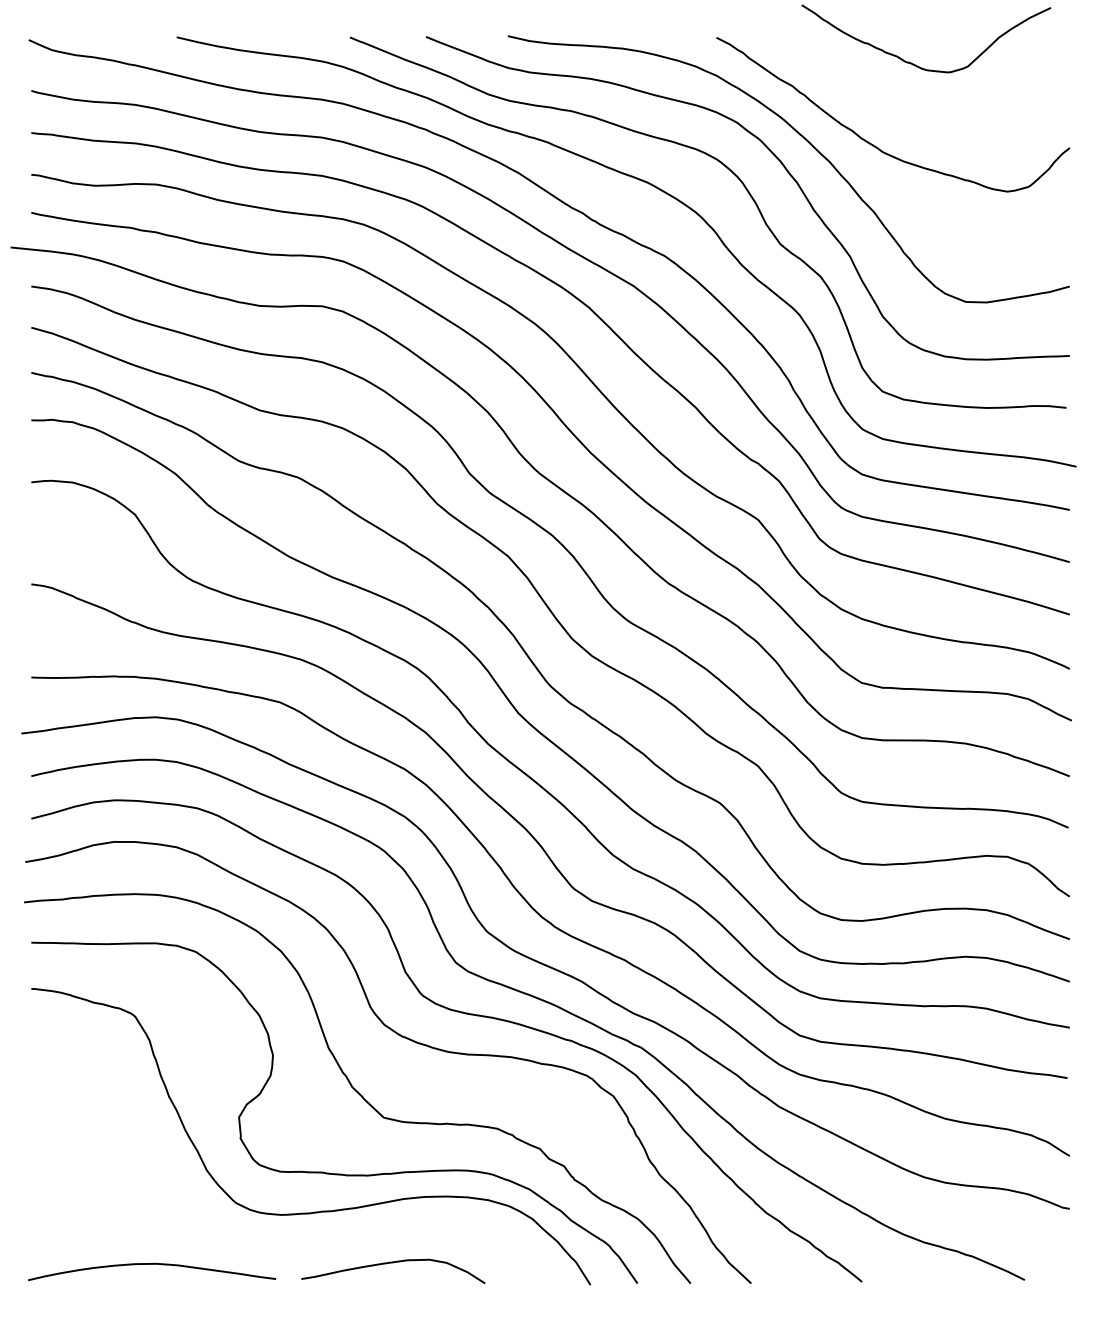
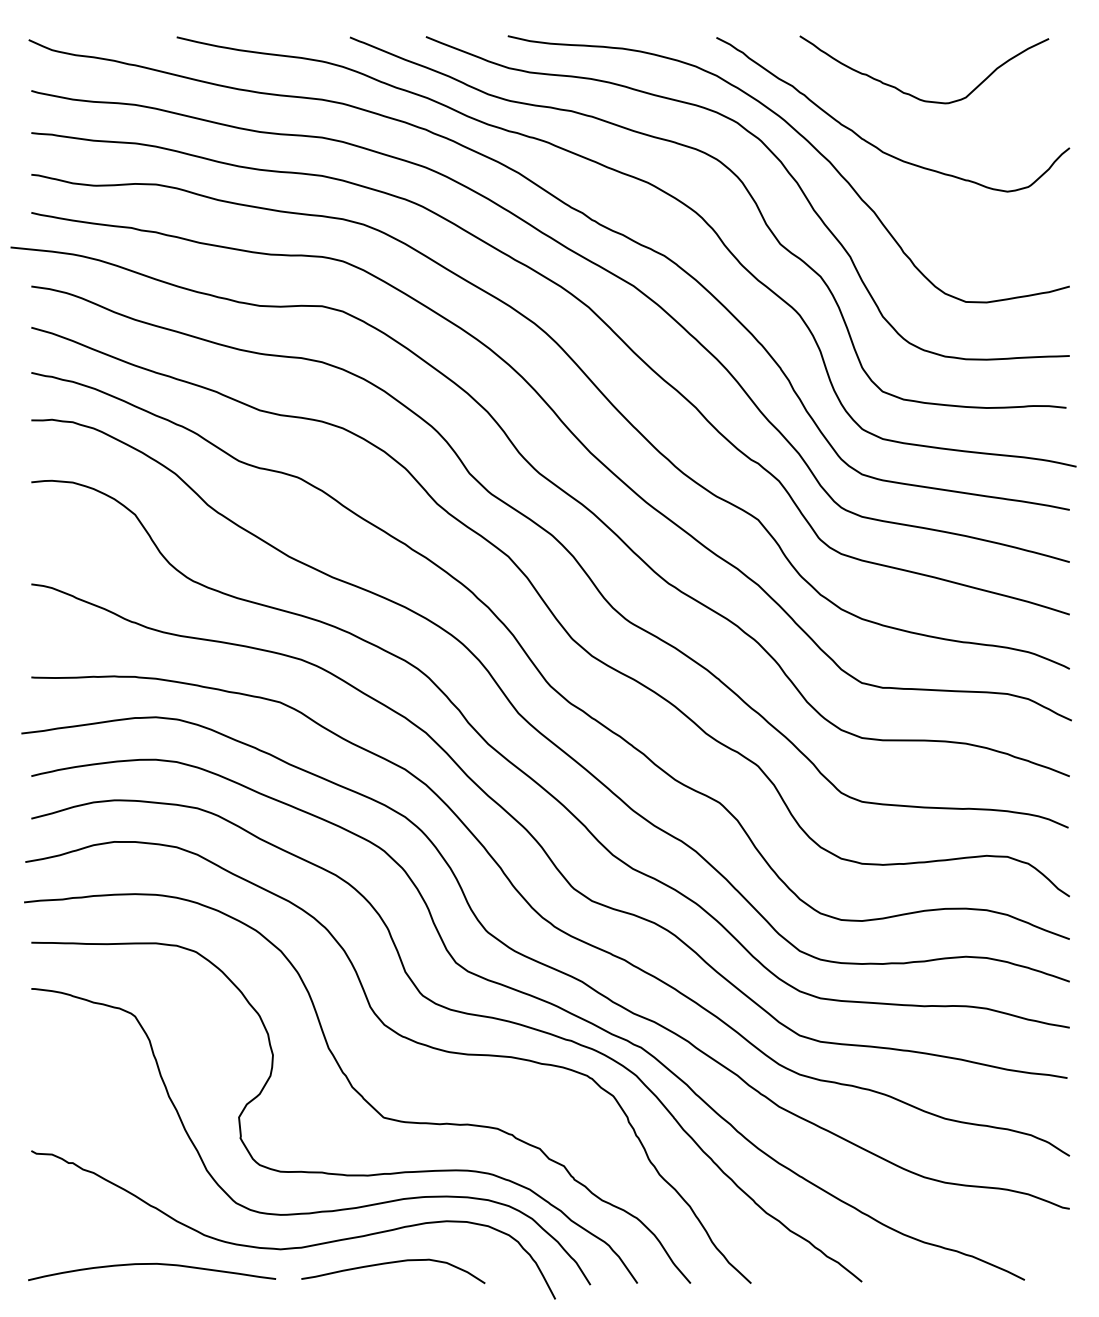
curve at (913, 63) position: (913, 63) -> (911, 94)
curve at (299, 1246): none -> present
